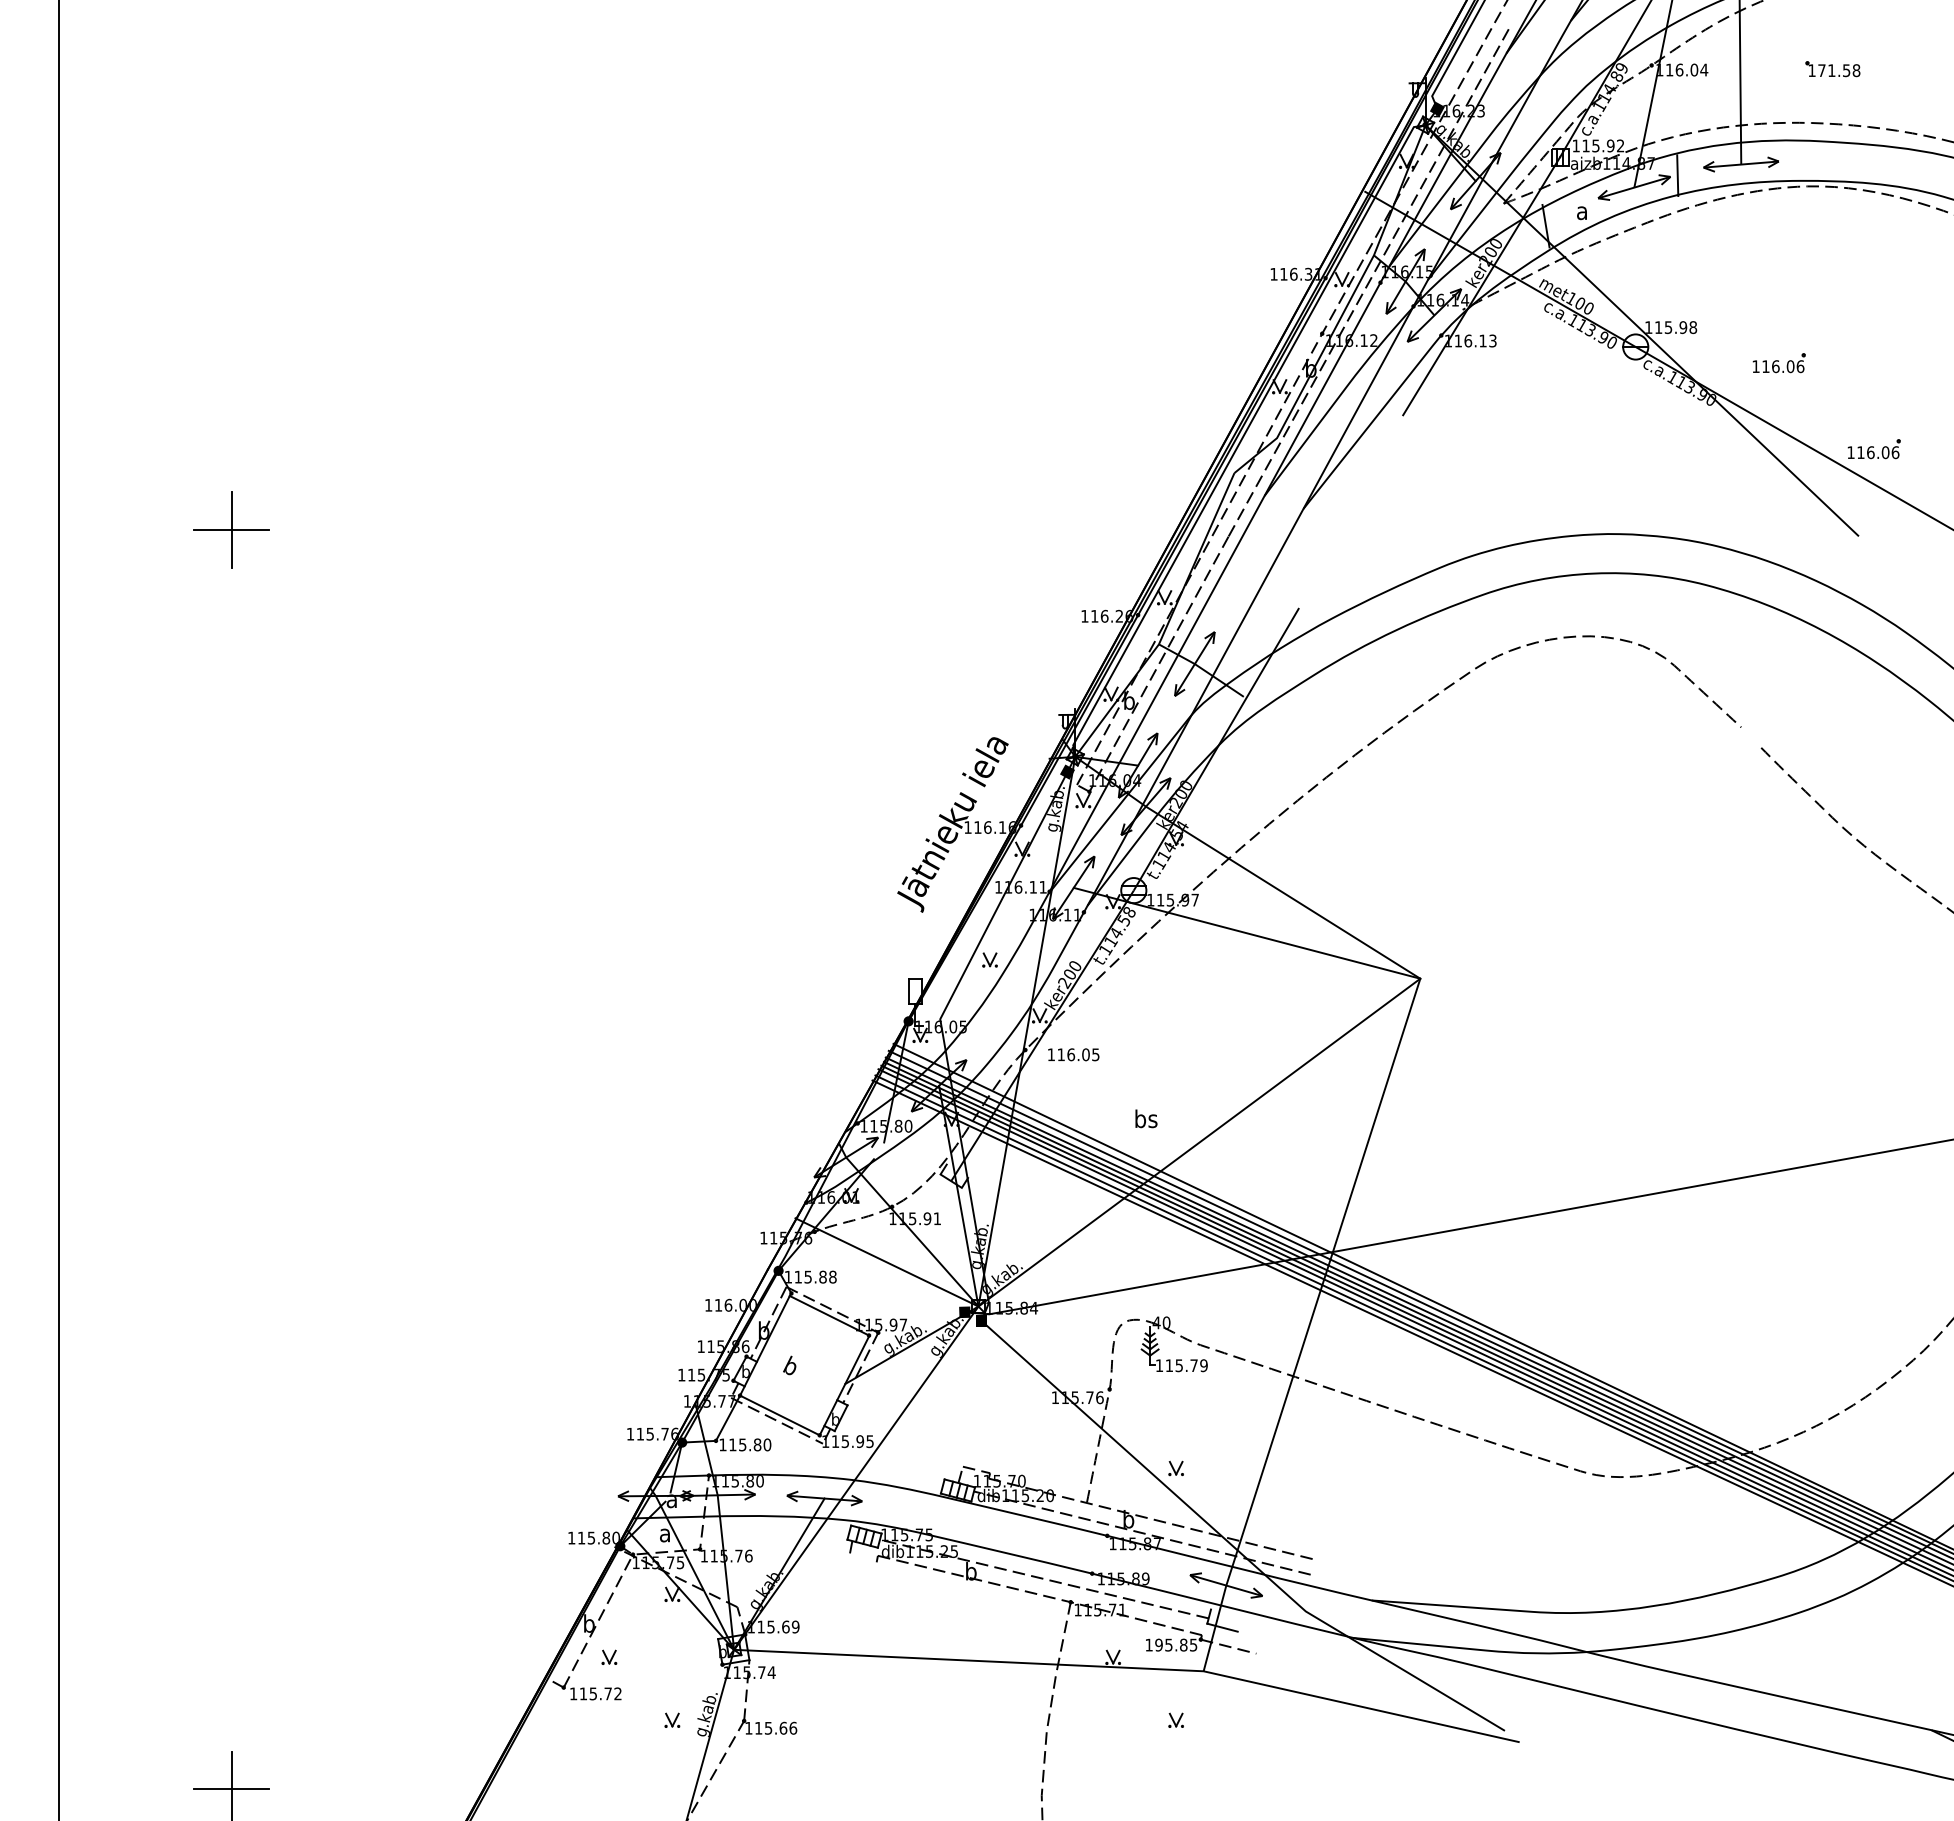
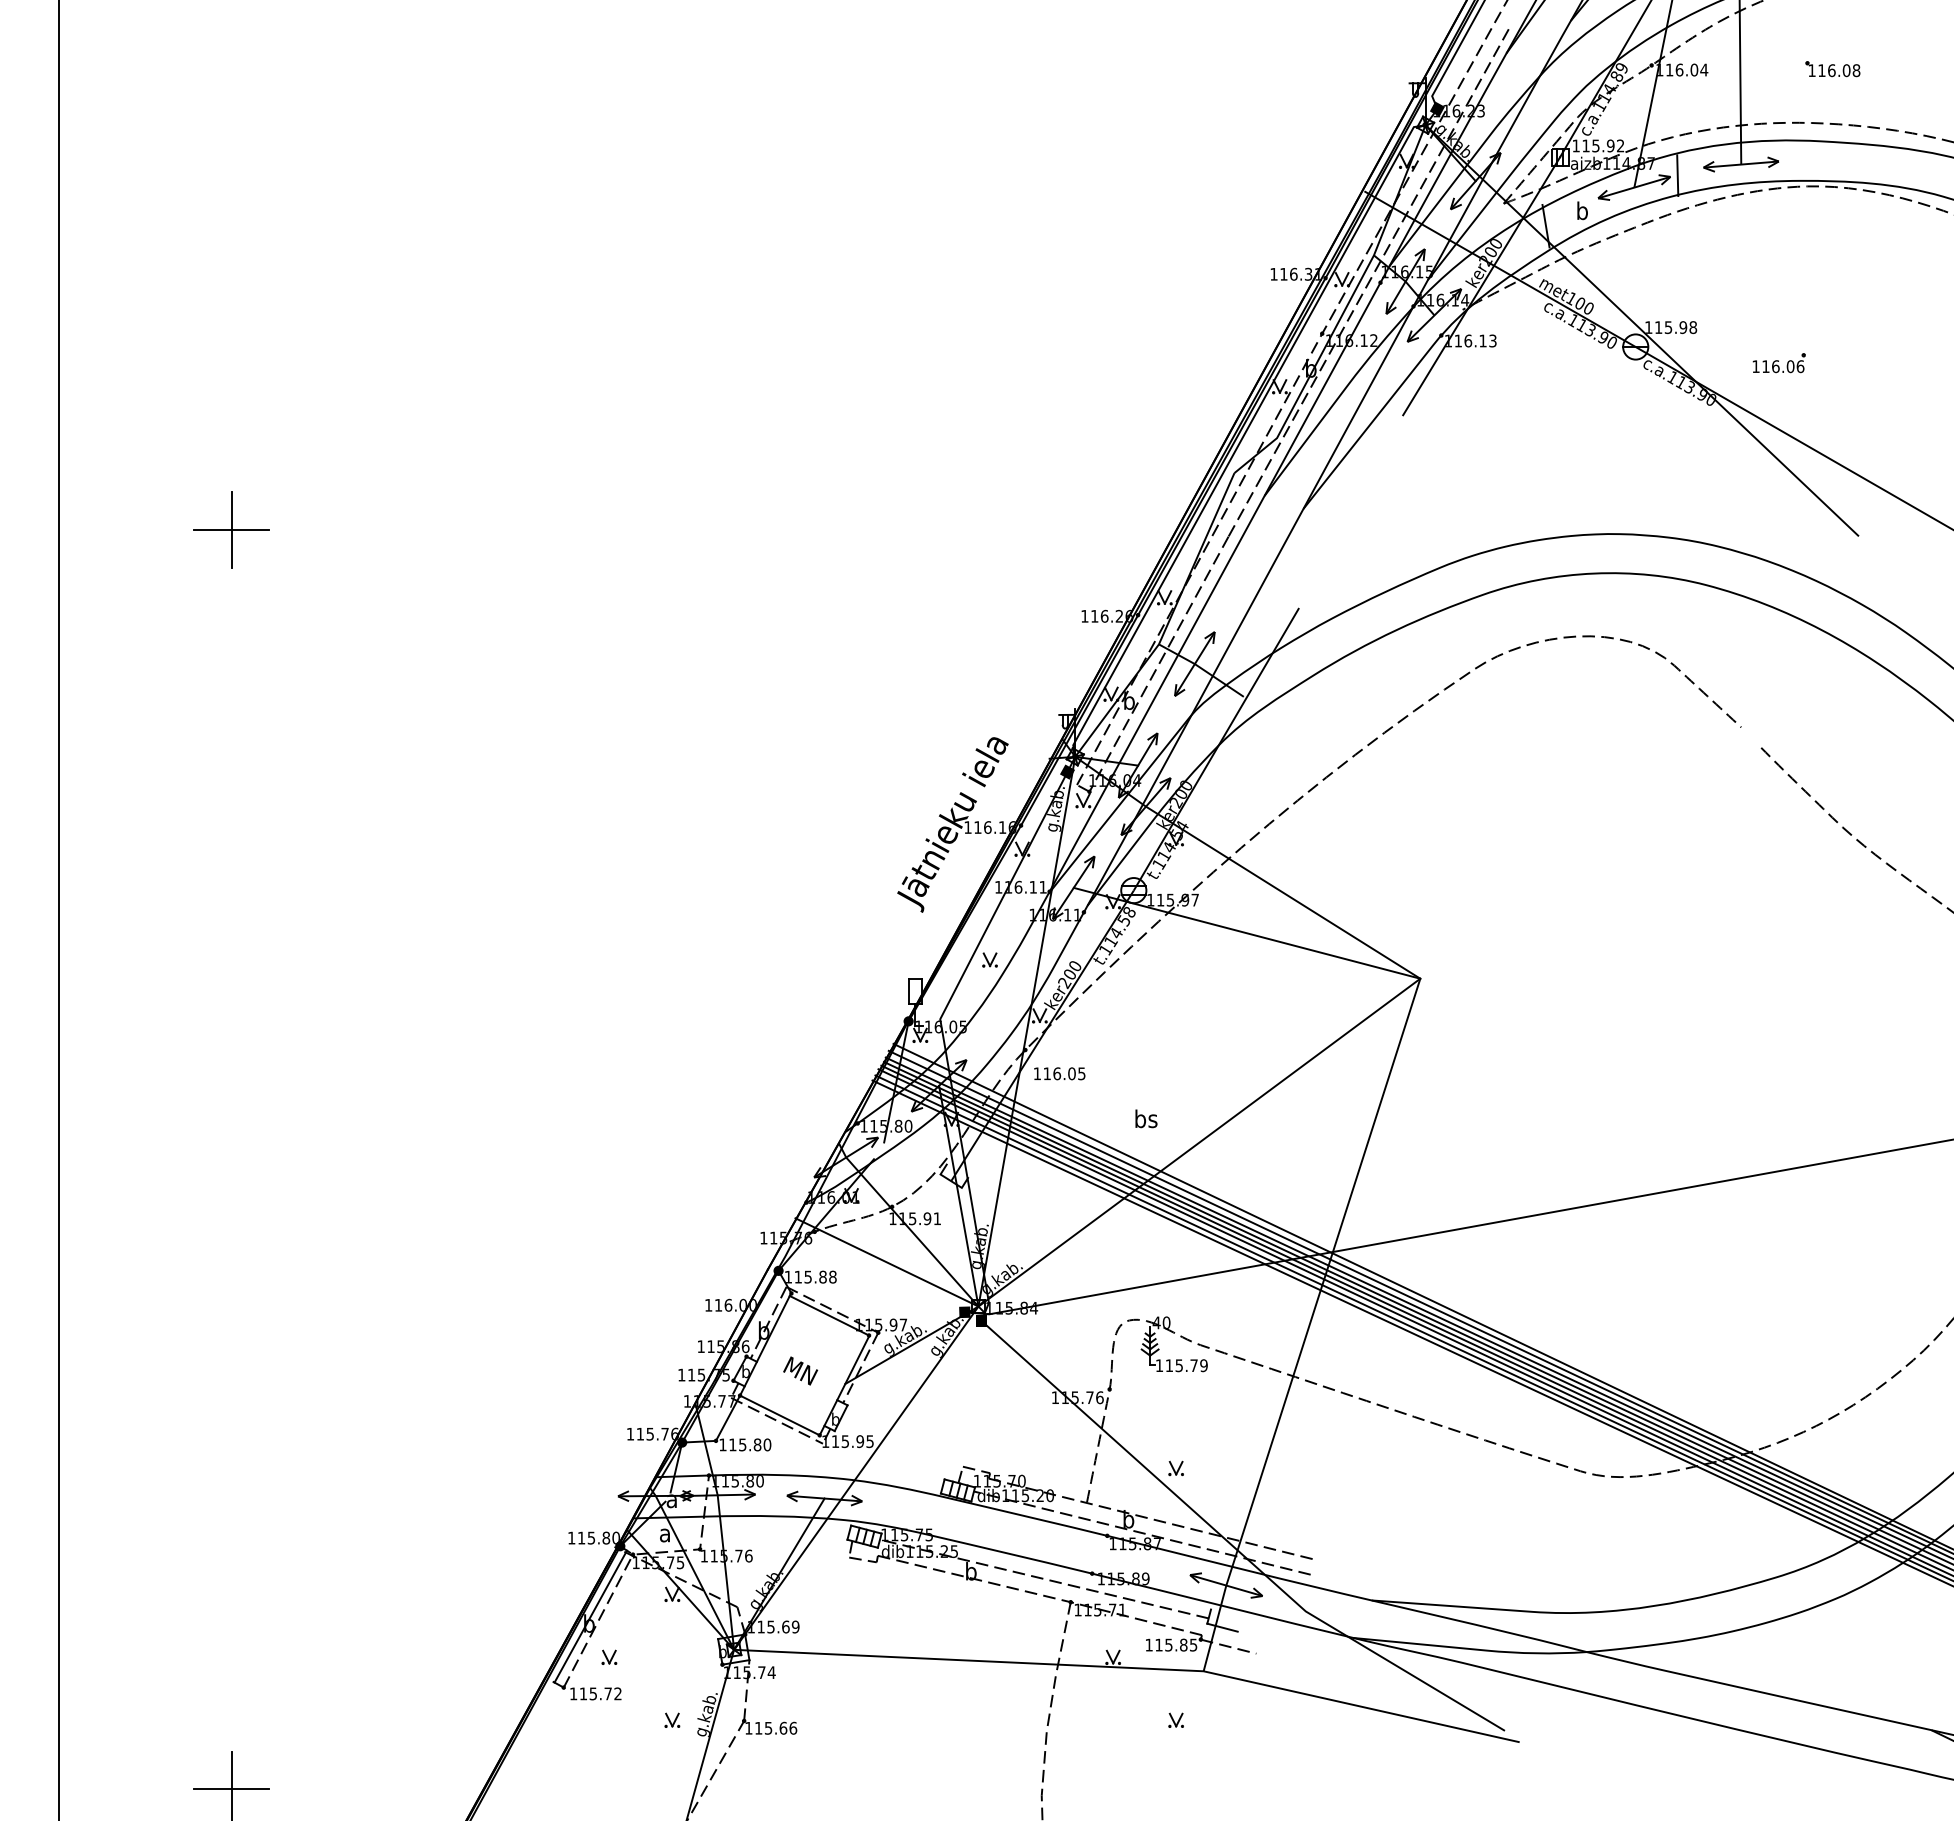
text at (1834, 70): 171.58 -> 116.08
text at (1582, 210): a -> b
part at (1873, 449): present -> none
text at (1073, 1054) position: (1073, 1054) -> (1059, 1073)
text at (800, 1370): b -> MN
line at (862, 1559): none -> present
line at (590, 1616): none -> present
text at (1158, 1644): 195.85 -> 115.85
